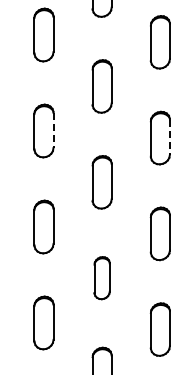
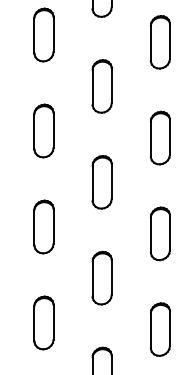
line at (53, 130): dashed -> solid
line at (169, 137): dashed -> solid
part at (101, 278) size: 18x45 px -> 22x56 px
